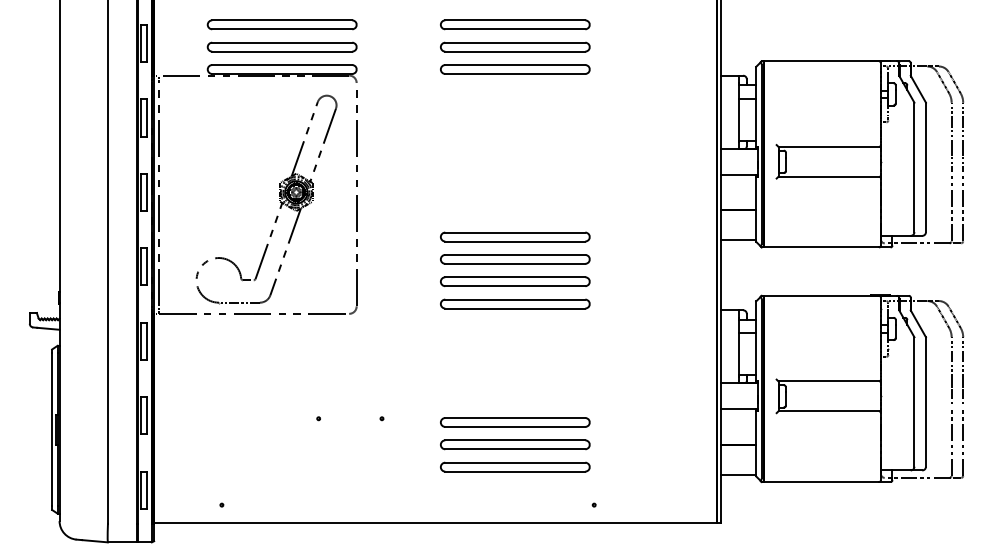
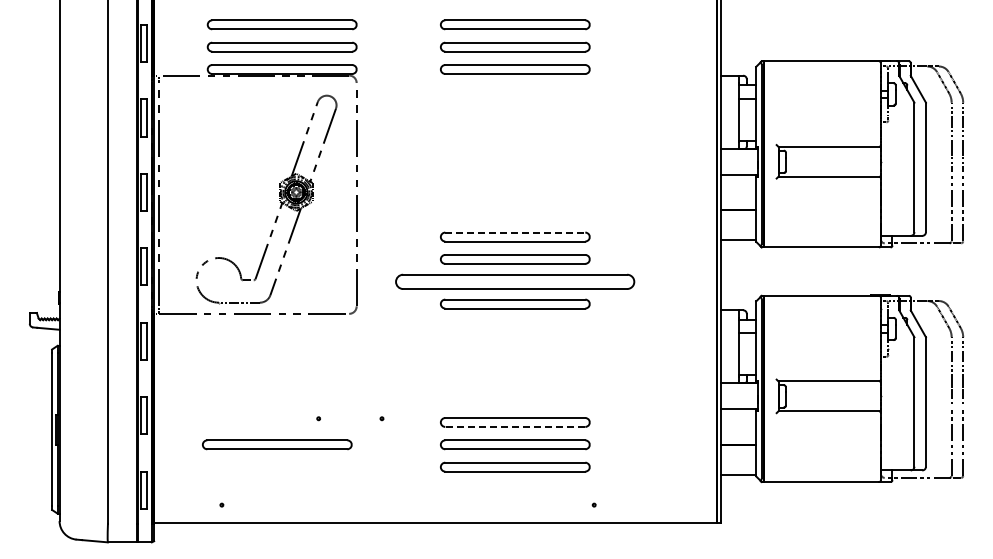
line at (515, 232): solid -> dashed
part at (515, 281) size: 151x11 px -> 241x17 px
line at (515, 426): solid -> dashed
part at (277, 444): none -> present
